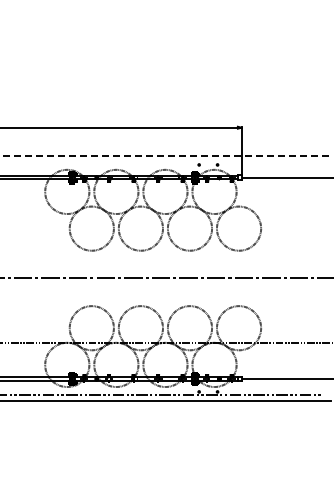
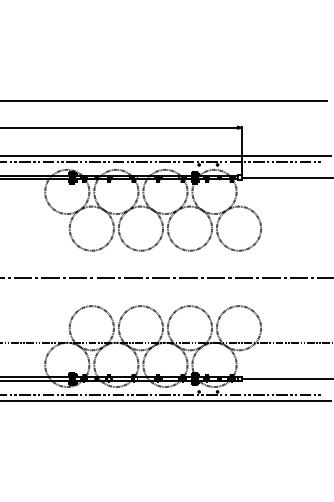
line at (164, 100): none -> present
line at (166, 155): dashed -> solid
line at (161, 161): none -> present
